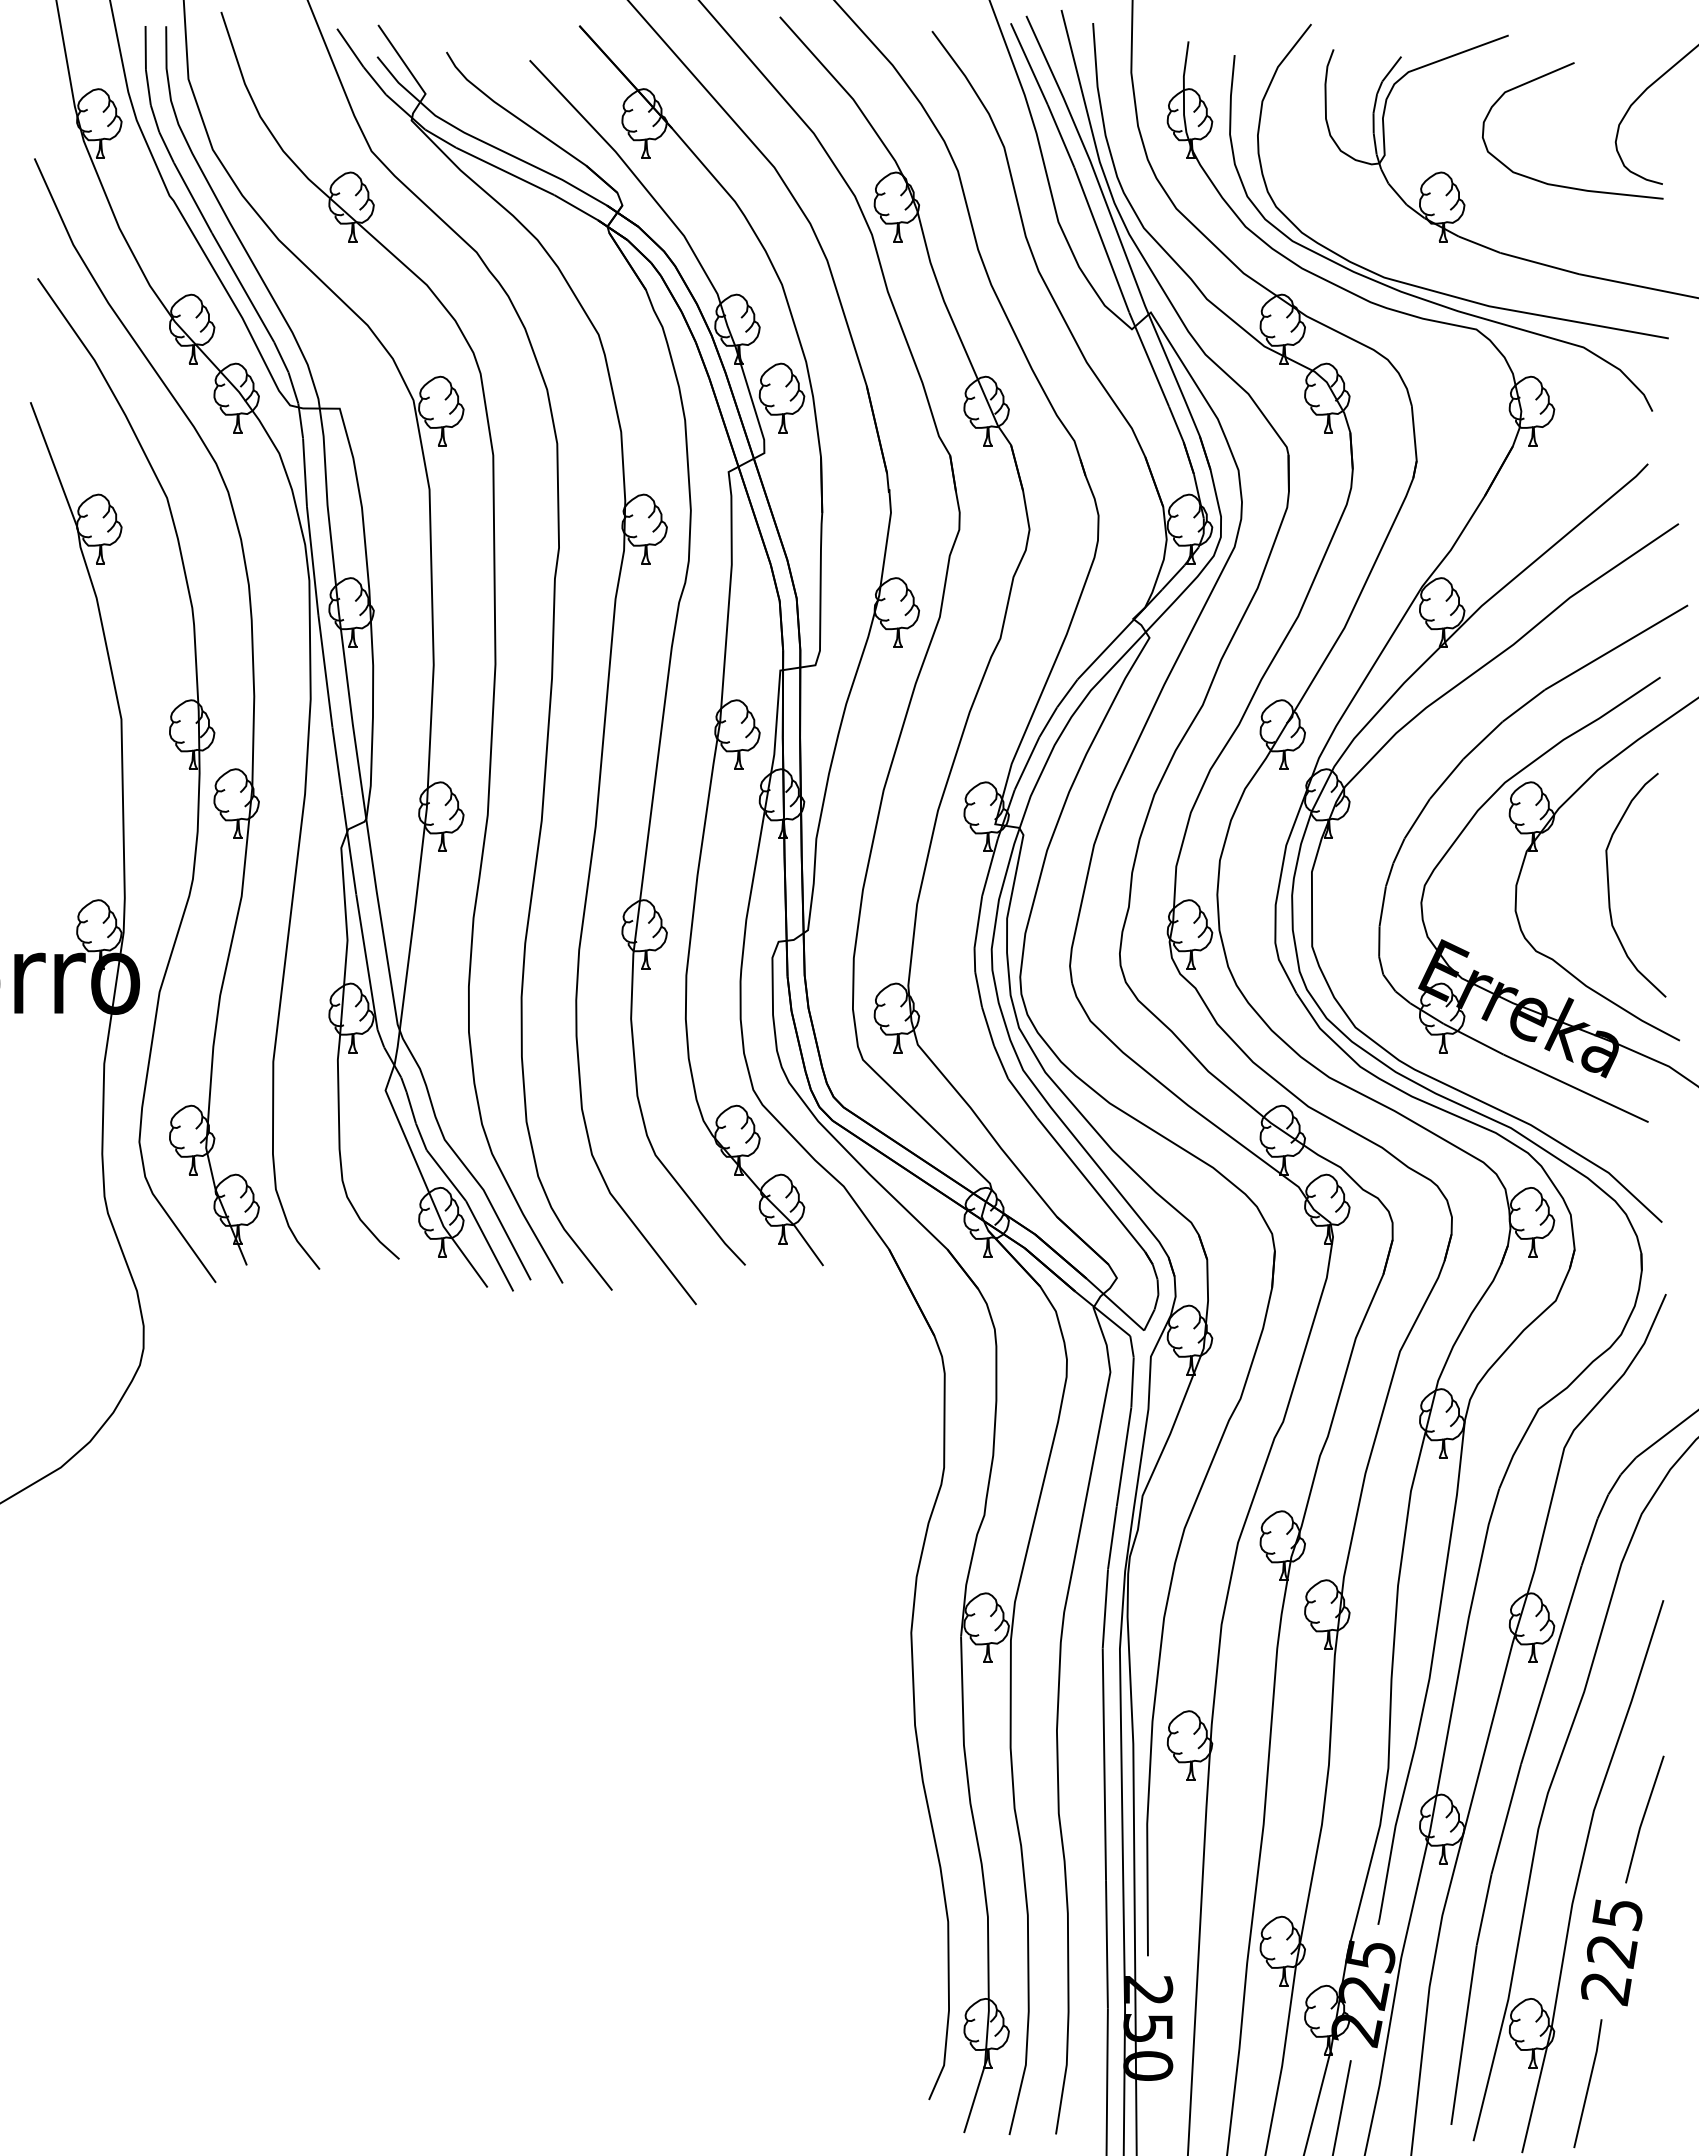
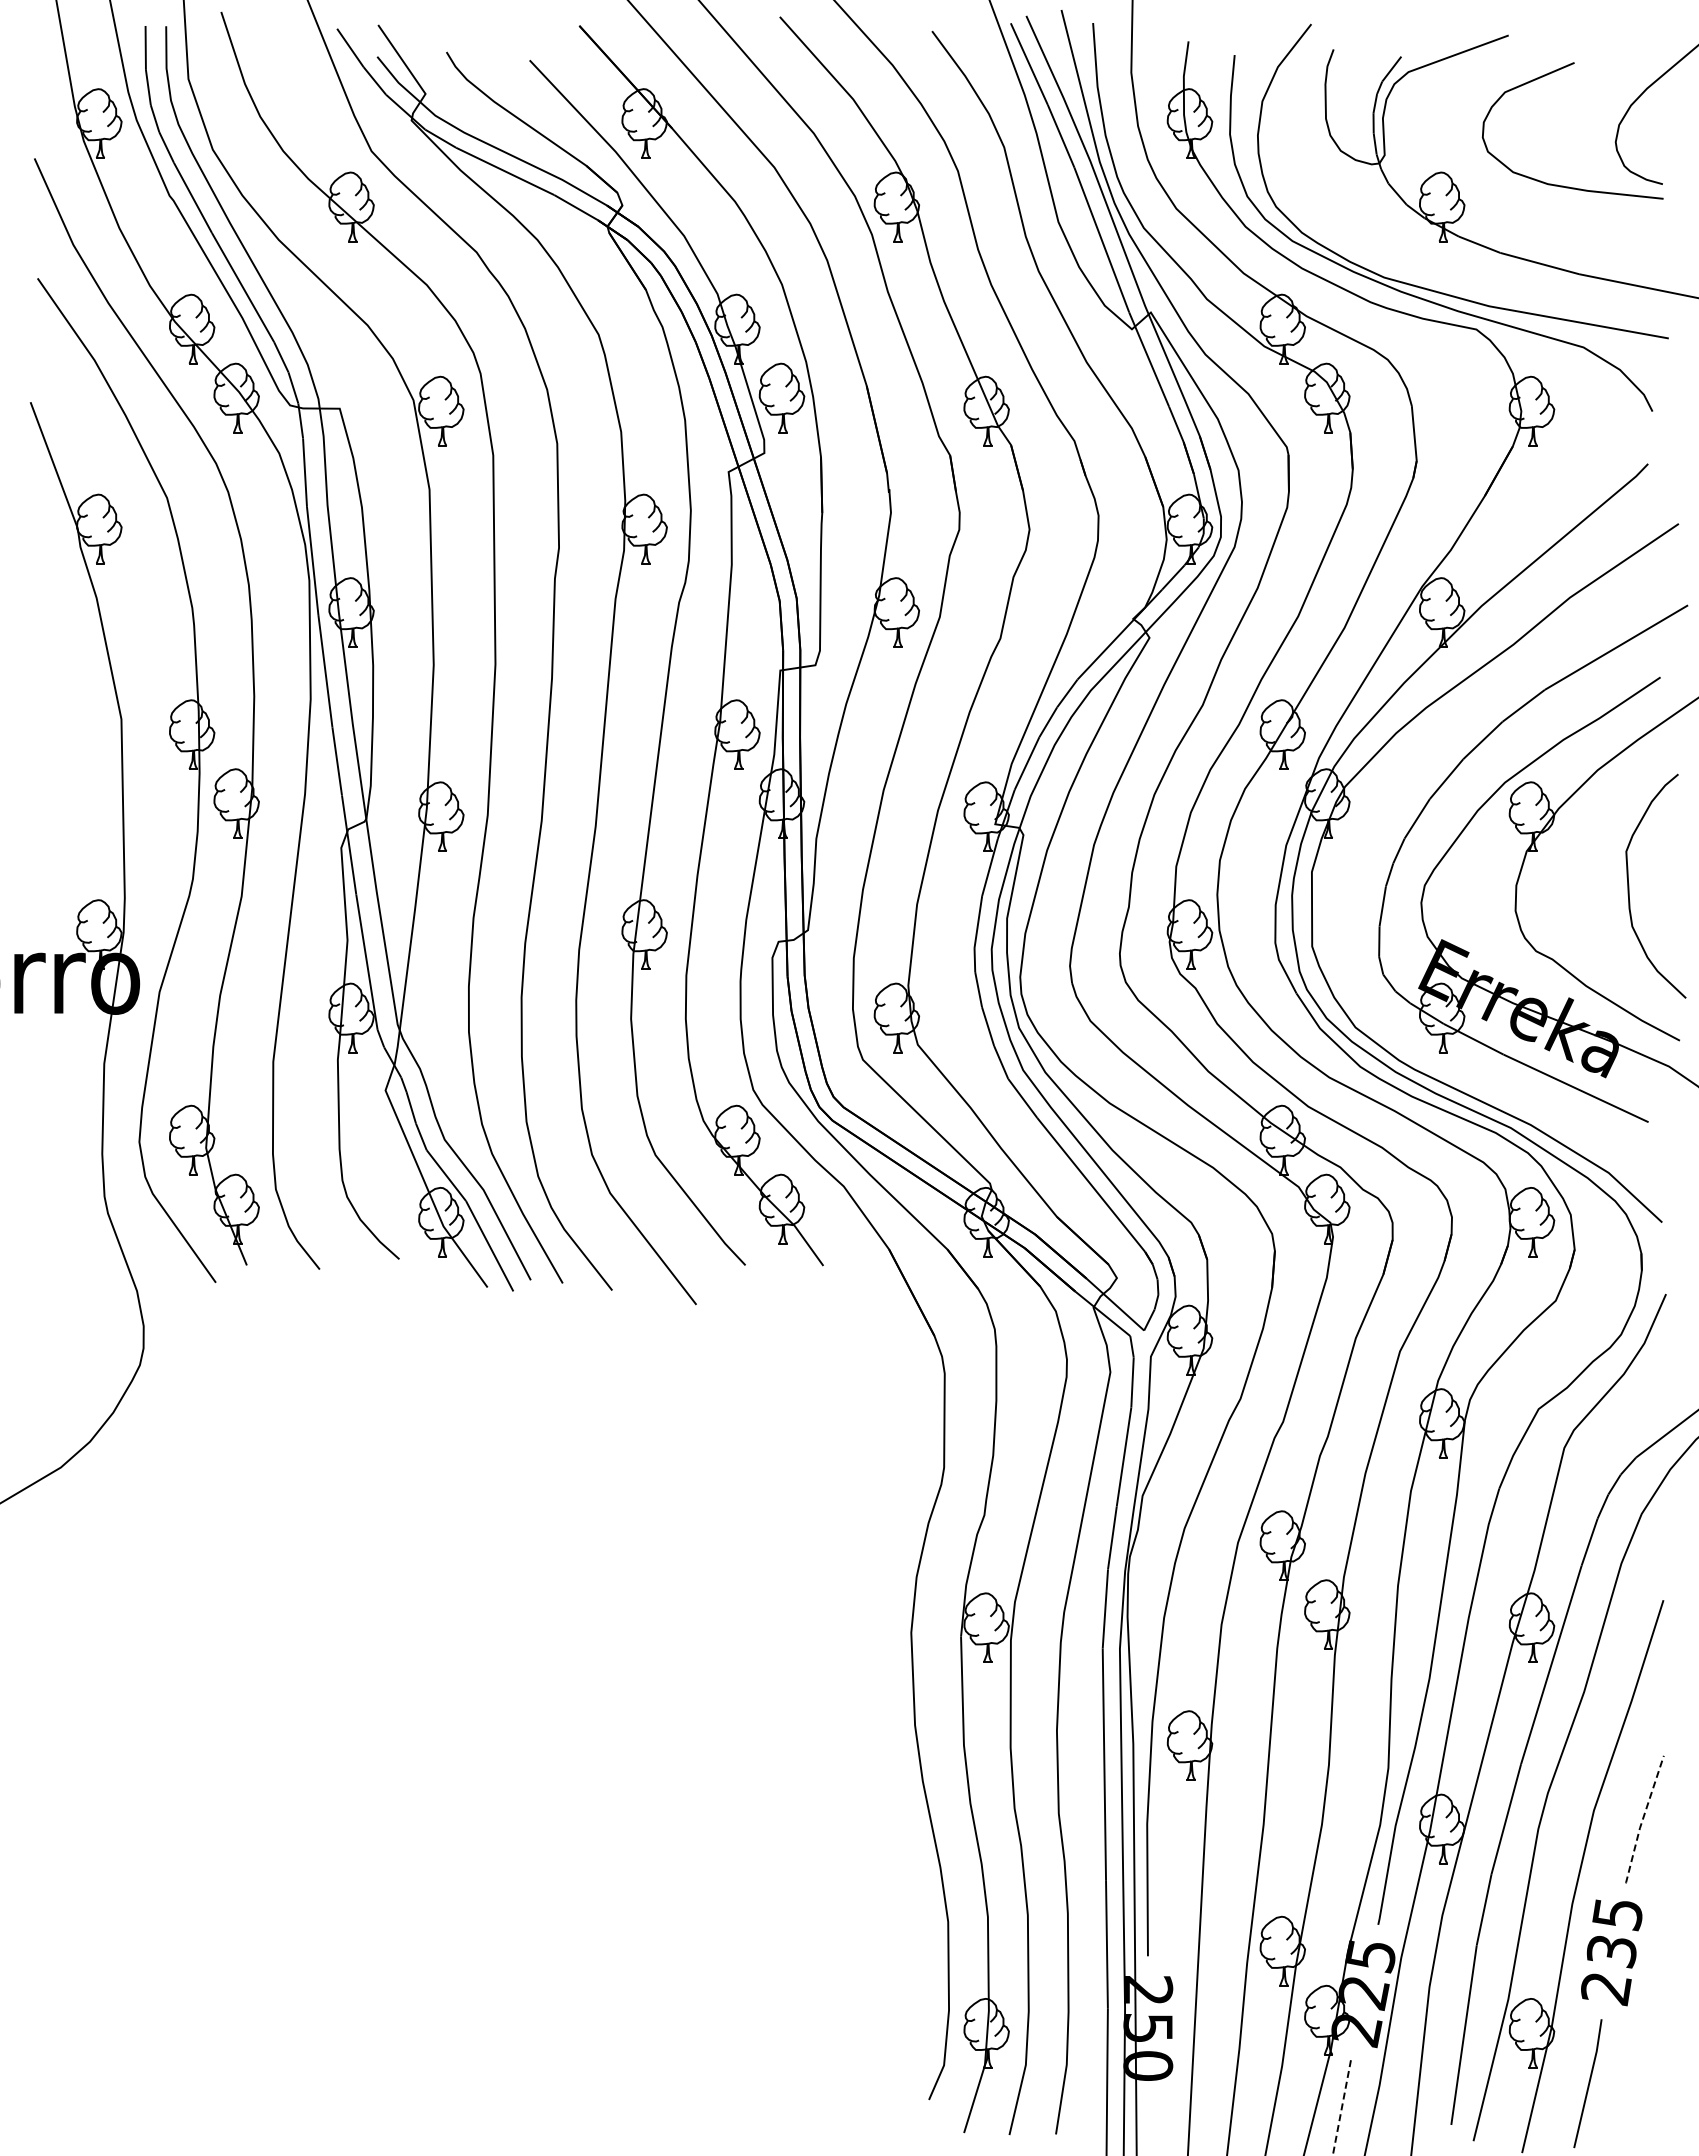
curve at (1609, 884) position: (1609, 884) -> (1629, 885)
line at (1642, 1819): solid -> dashed
text at (1611, 1952): 225 -> 235
line at (1341, 2108): solid -> dashed
